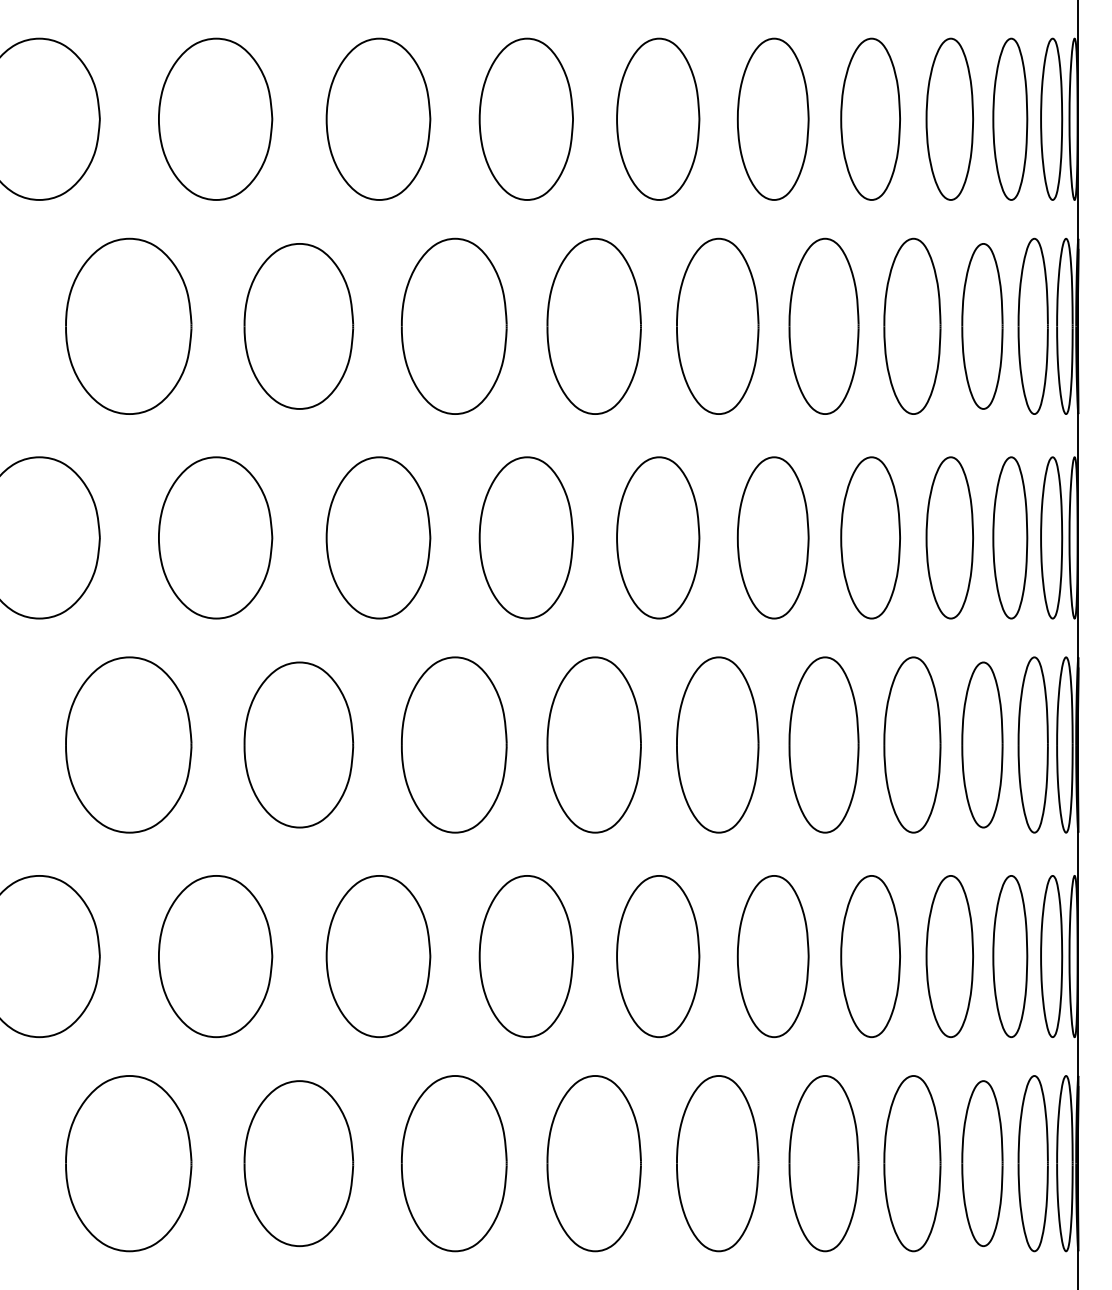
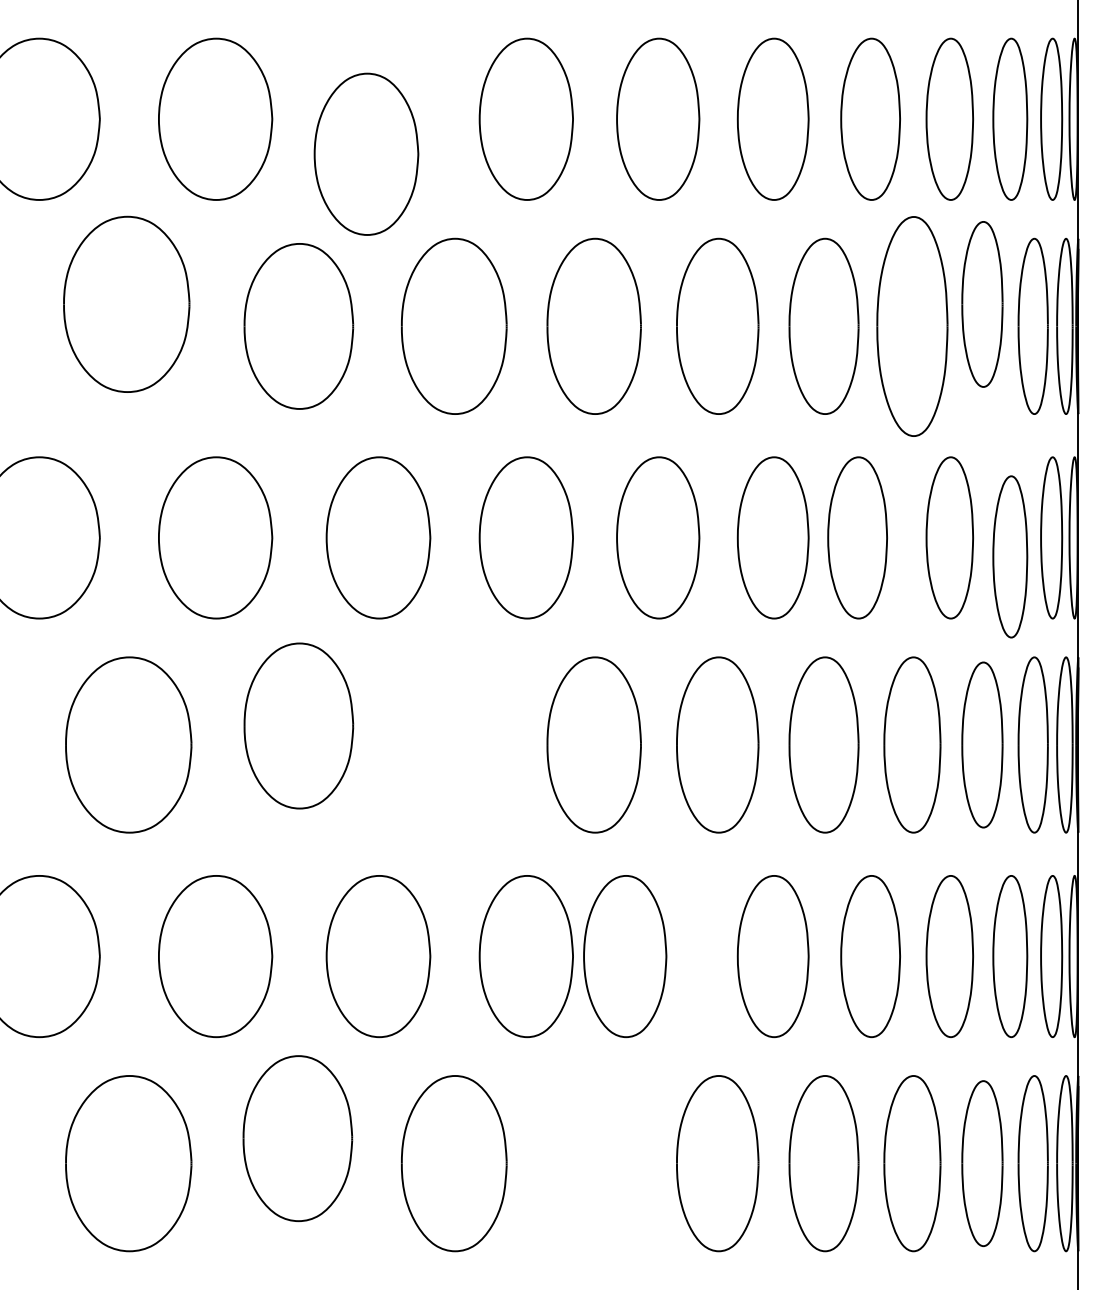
part at (378, 118) position: (378, 118) -> (366, 153)
part at (128, 325) position: (128, 325) -> (126, 303)
part at (912, 325) size: 59x178 px -> 73x221 px
part at (982, 326) position: (982, 326) -> (982, 304)
part at (870, 537) position: (870, 537) -> (857, 537)
part at (1010, 537) position: (1010, 537) -> (1010, 556)
part at (298, 744) position: (298, 744) -> (298, 725)
part at (454, 744): present -> none
part at (658, 956) position: (658, 956) -> (625, 956)
part at (298, 1163) position: (298, 1163) -> (297, 1138)
part at (593, 1163): present -> none
